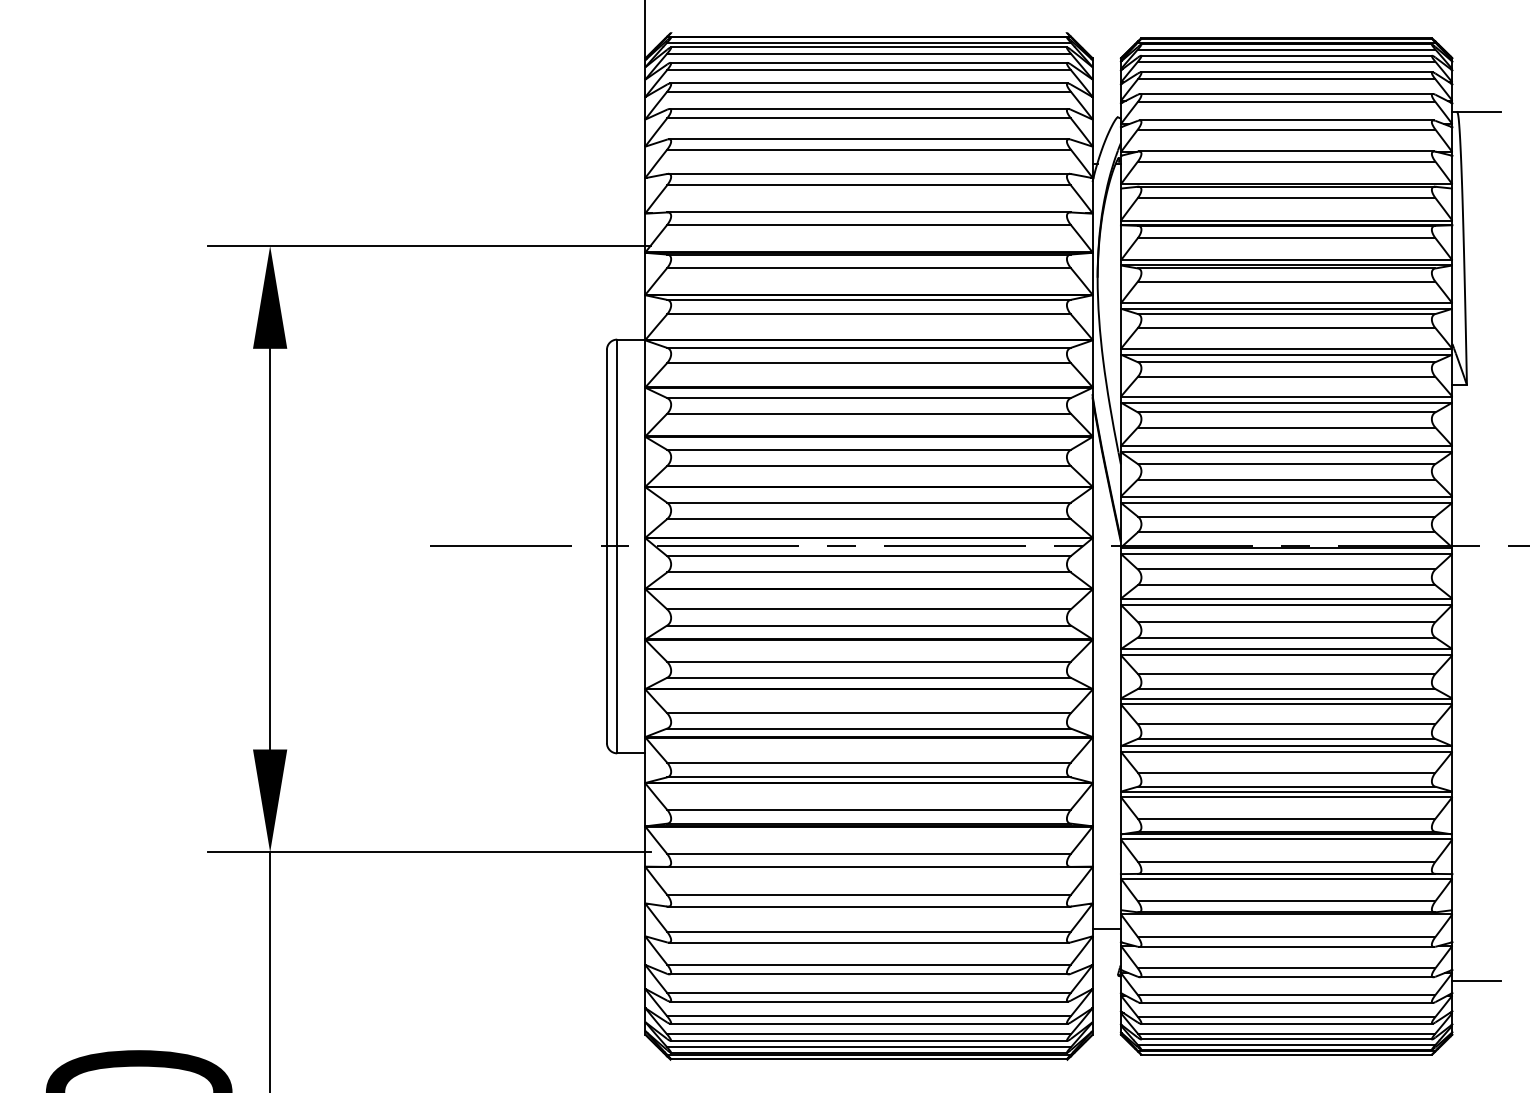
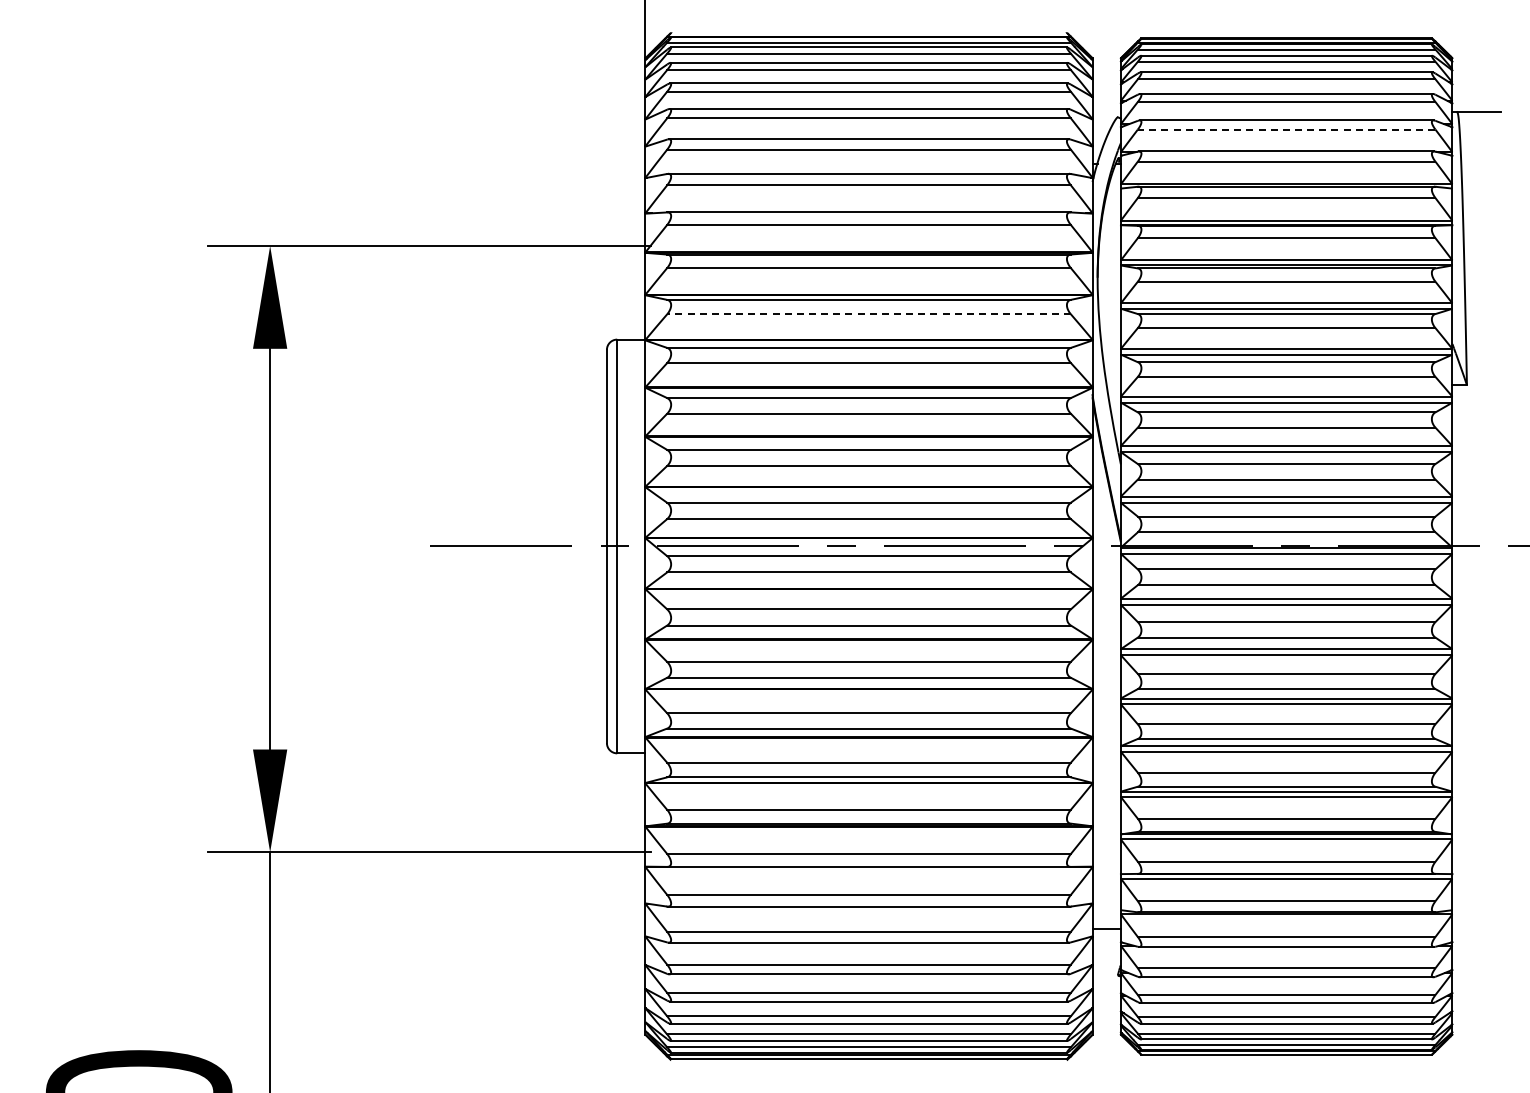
line at (1286, 129): solid -> dashed
line at (869, 314): solid -> dashed
line at (1476, 980): present -> none
